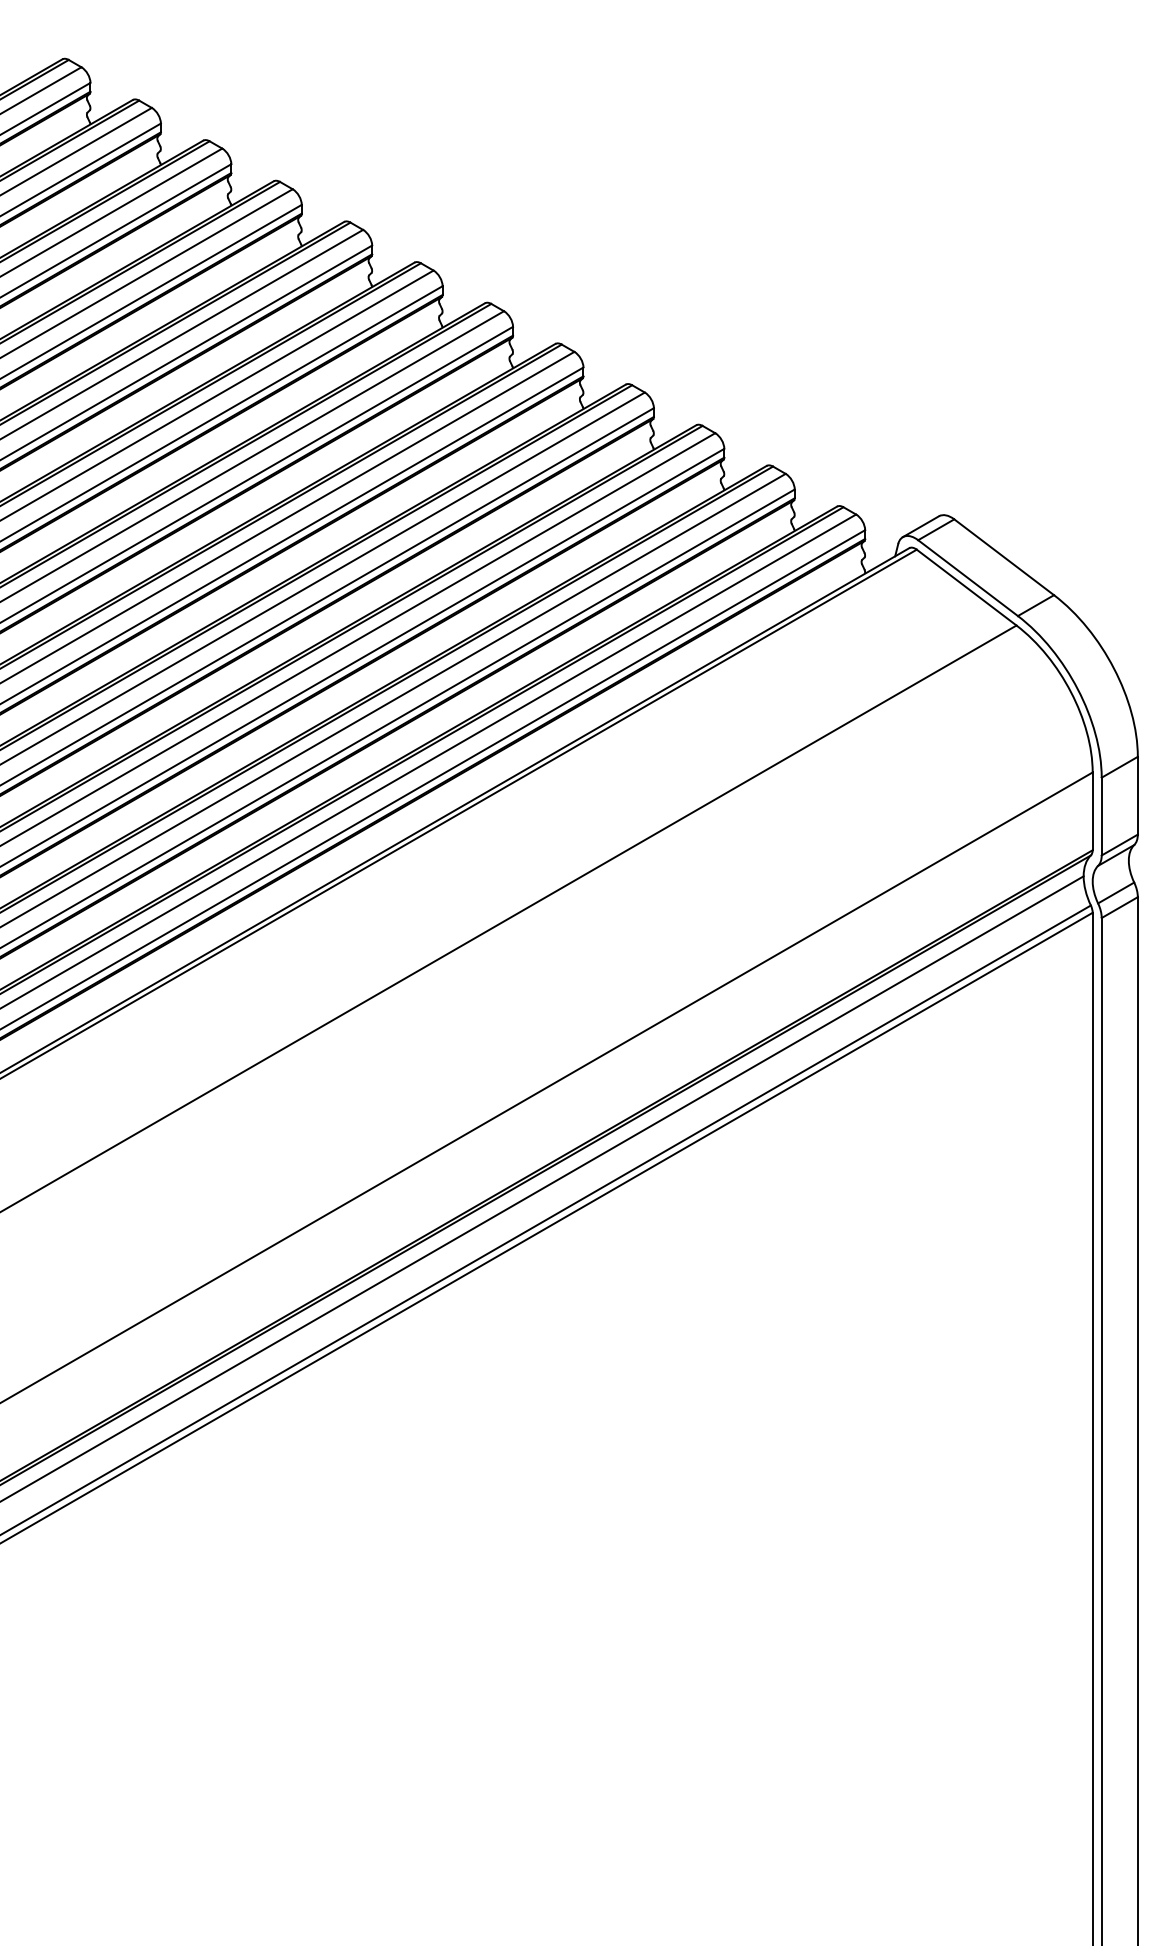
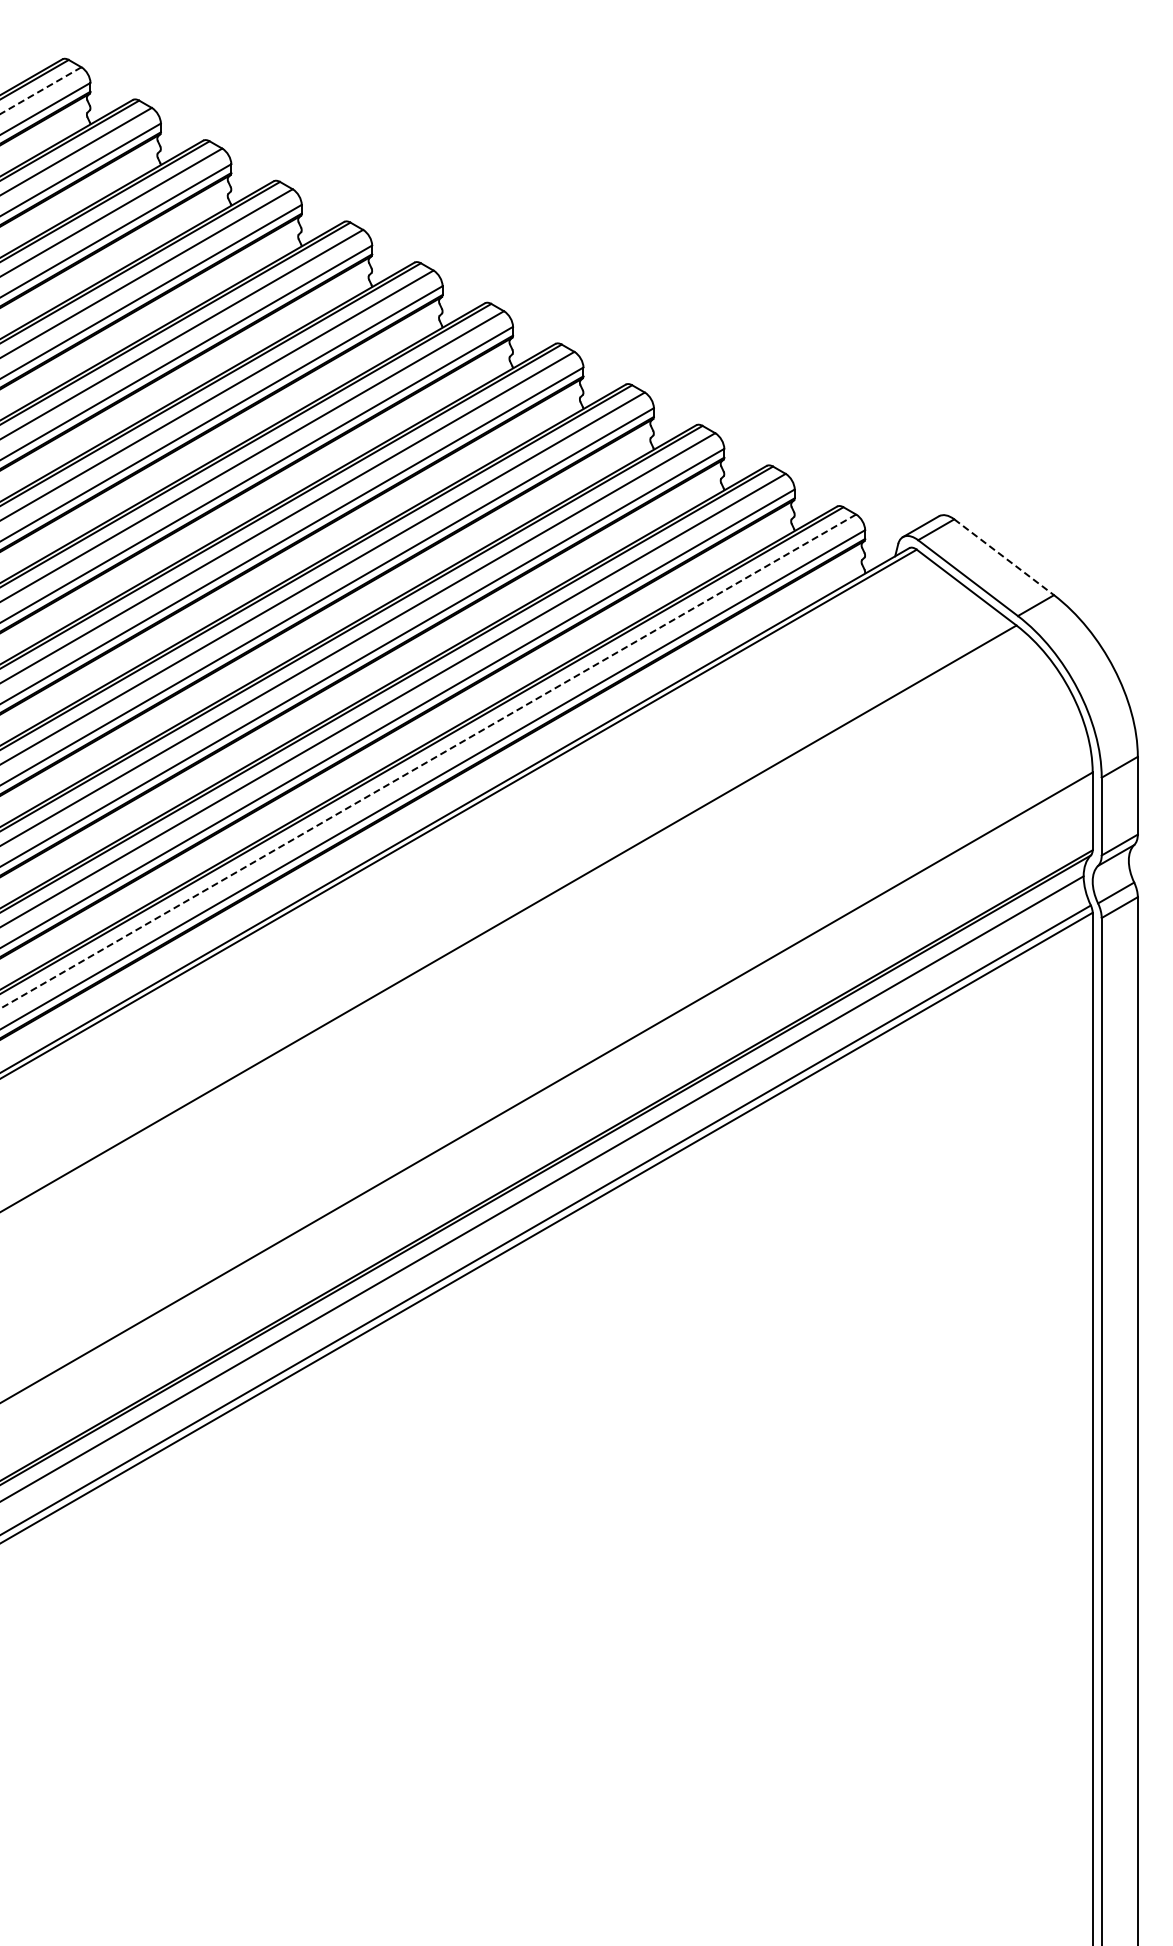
line at (40, 90): solid -> dashed
line at (1004, 557): solid -> dashed
line at (428, 761): solid -> dashed
